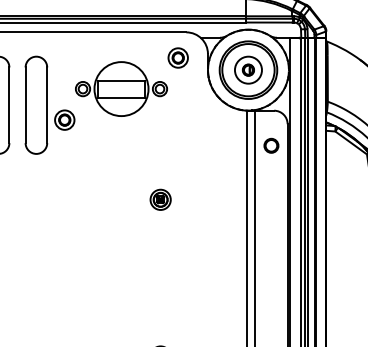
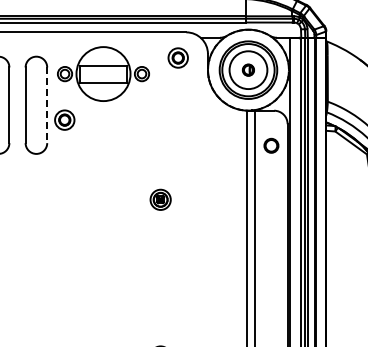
circle at (247, 69) diameter: 27 px -> 38 px
part at (121, 88) position: (121, 88) -> (103, 73)
line at (47, 105): solid -> dashed
